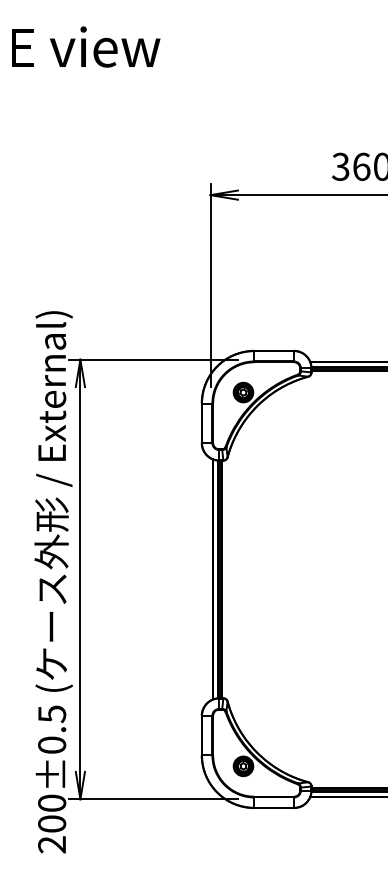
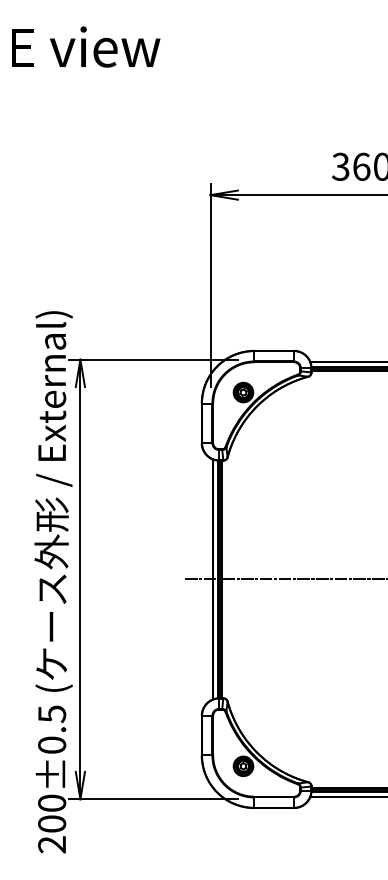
line at (284, 579): none -> present
